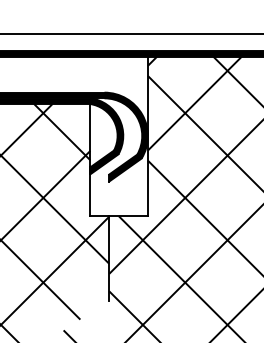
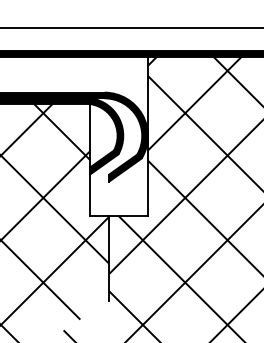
line at (131, 33) position: (131, 33) -> (131, 27)
